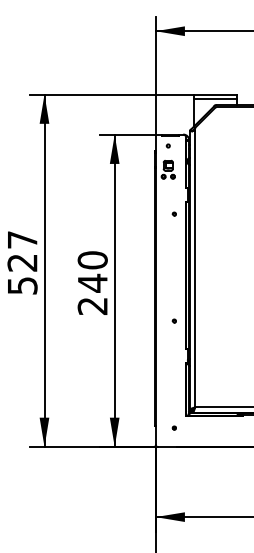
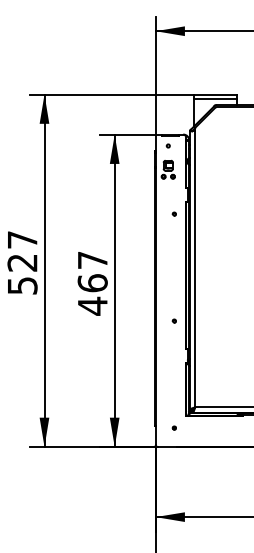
text at (92, 283): 240 -> 467
